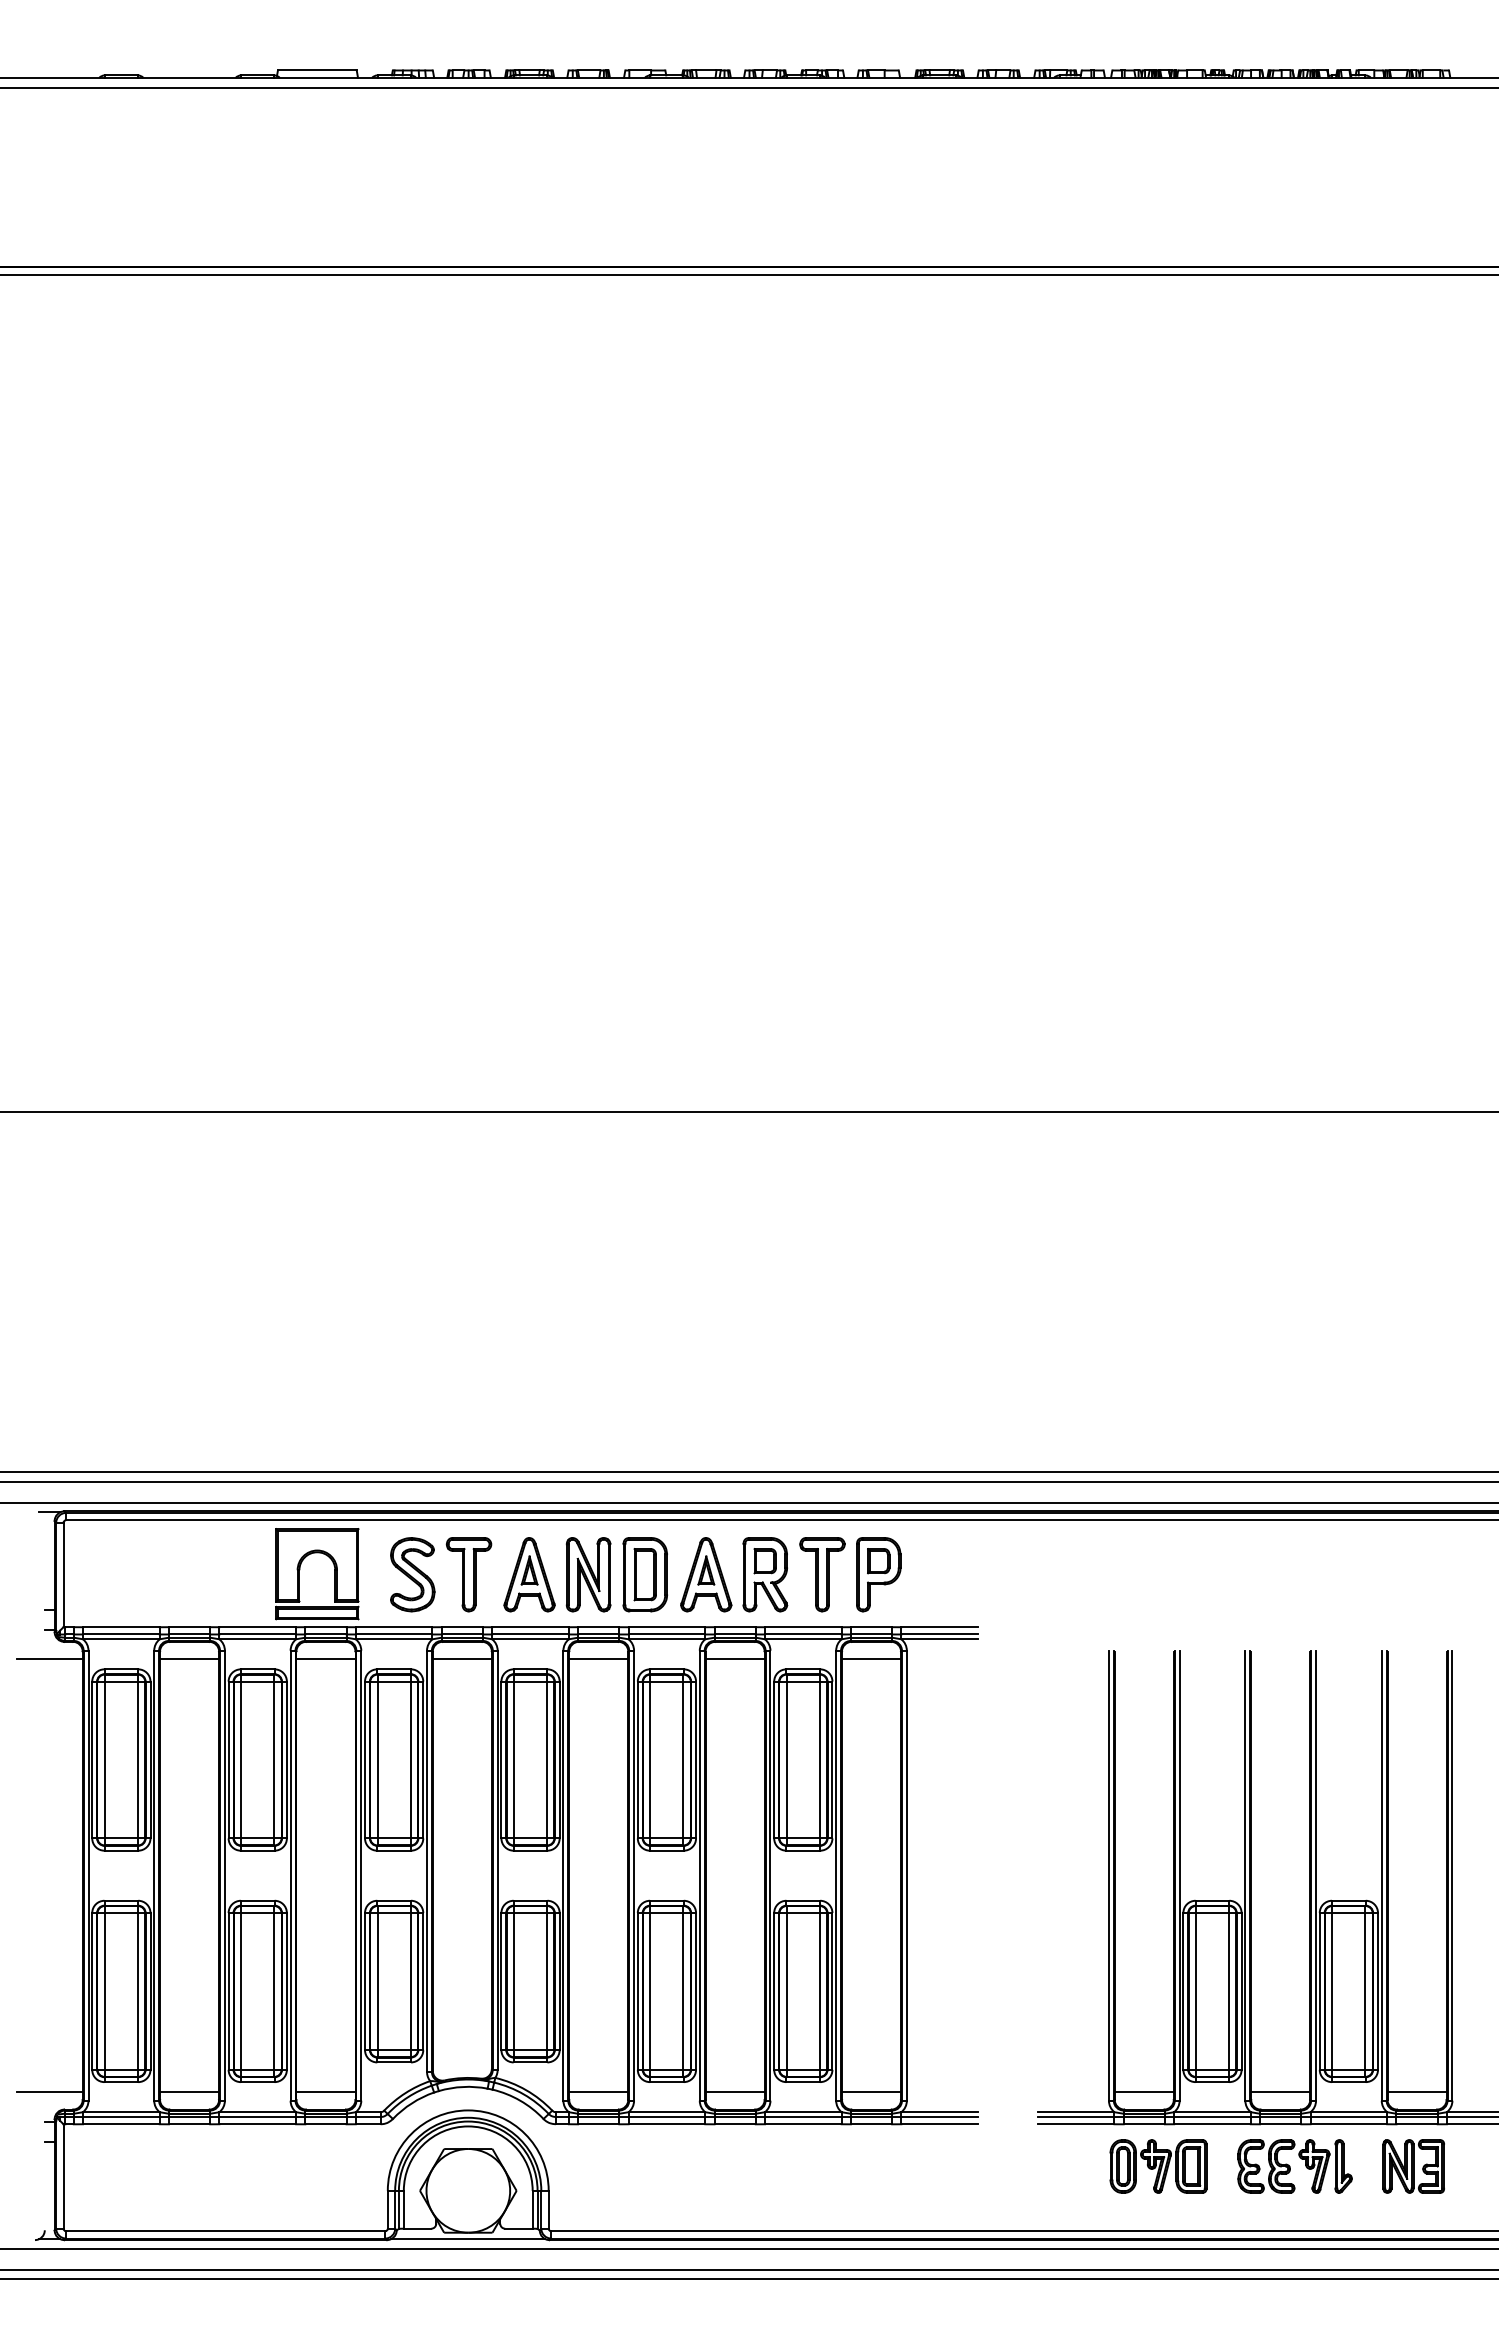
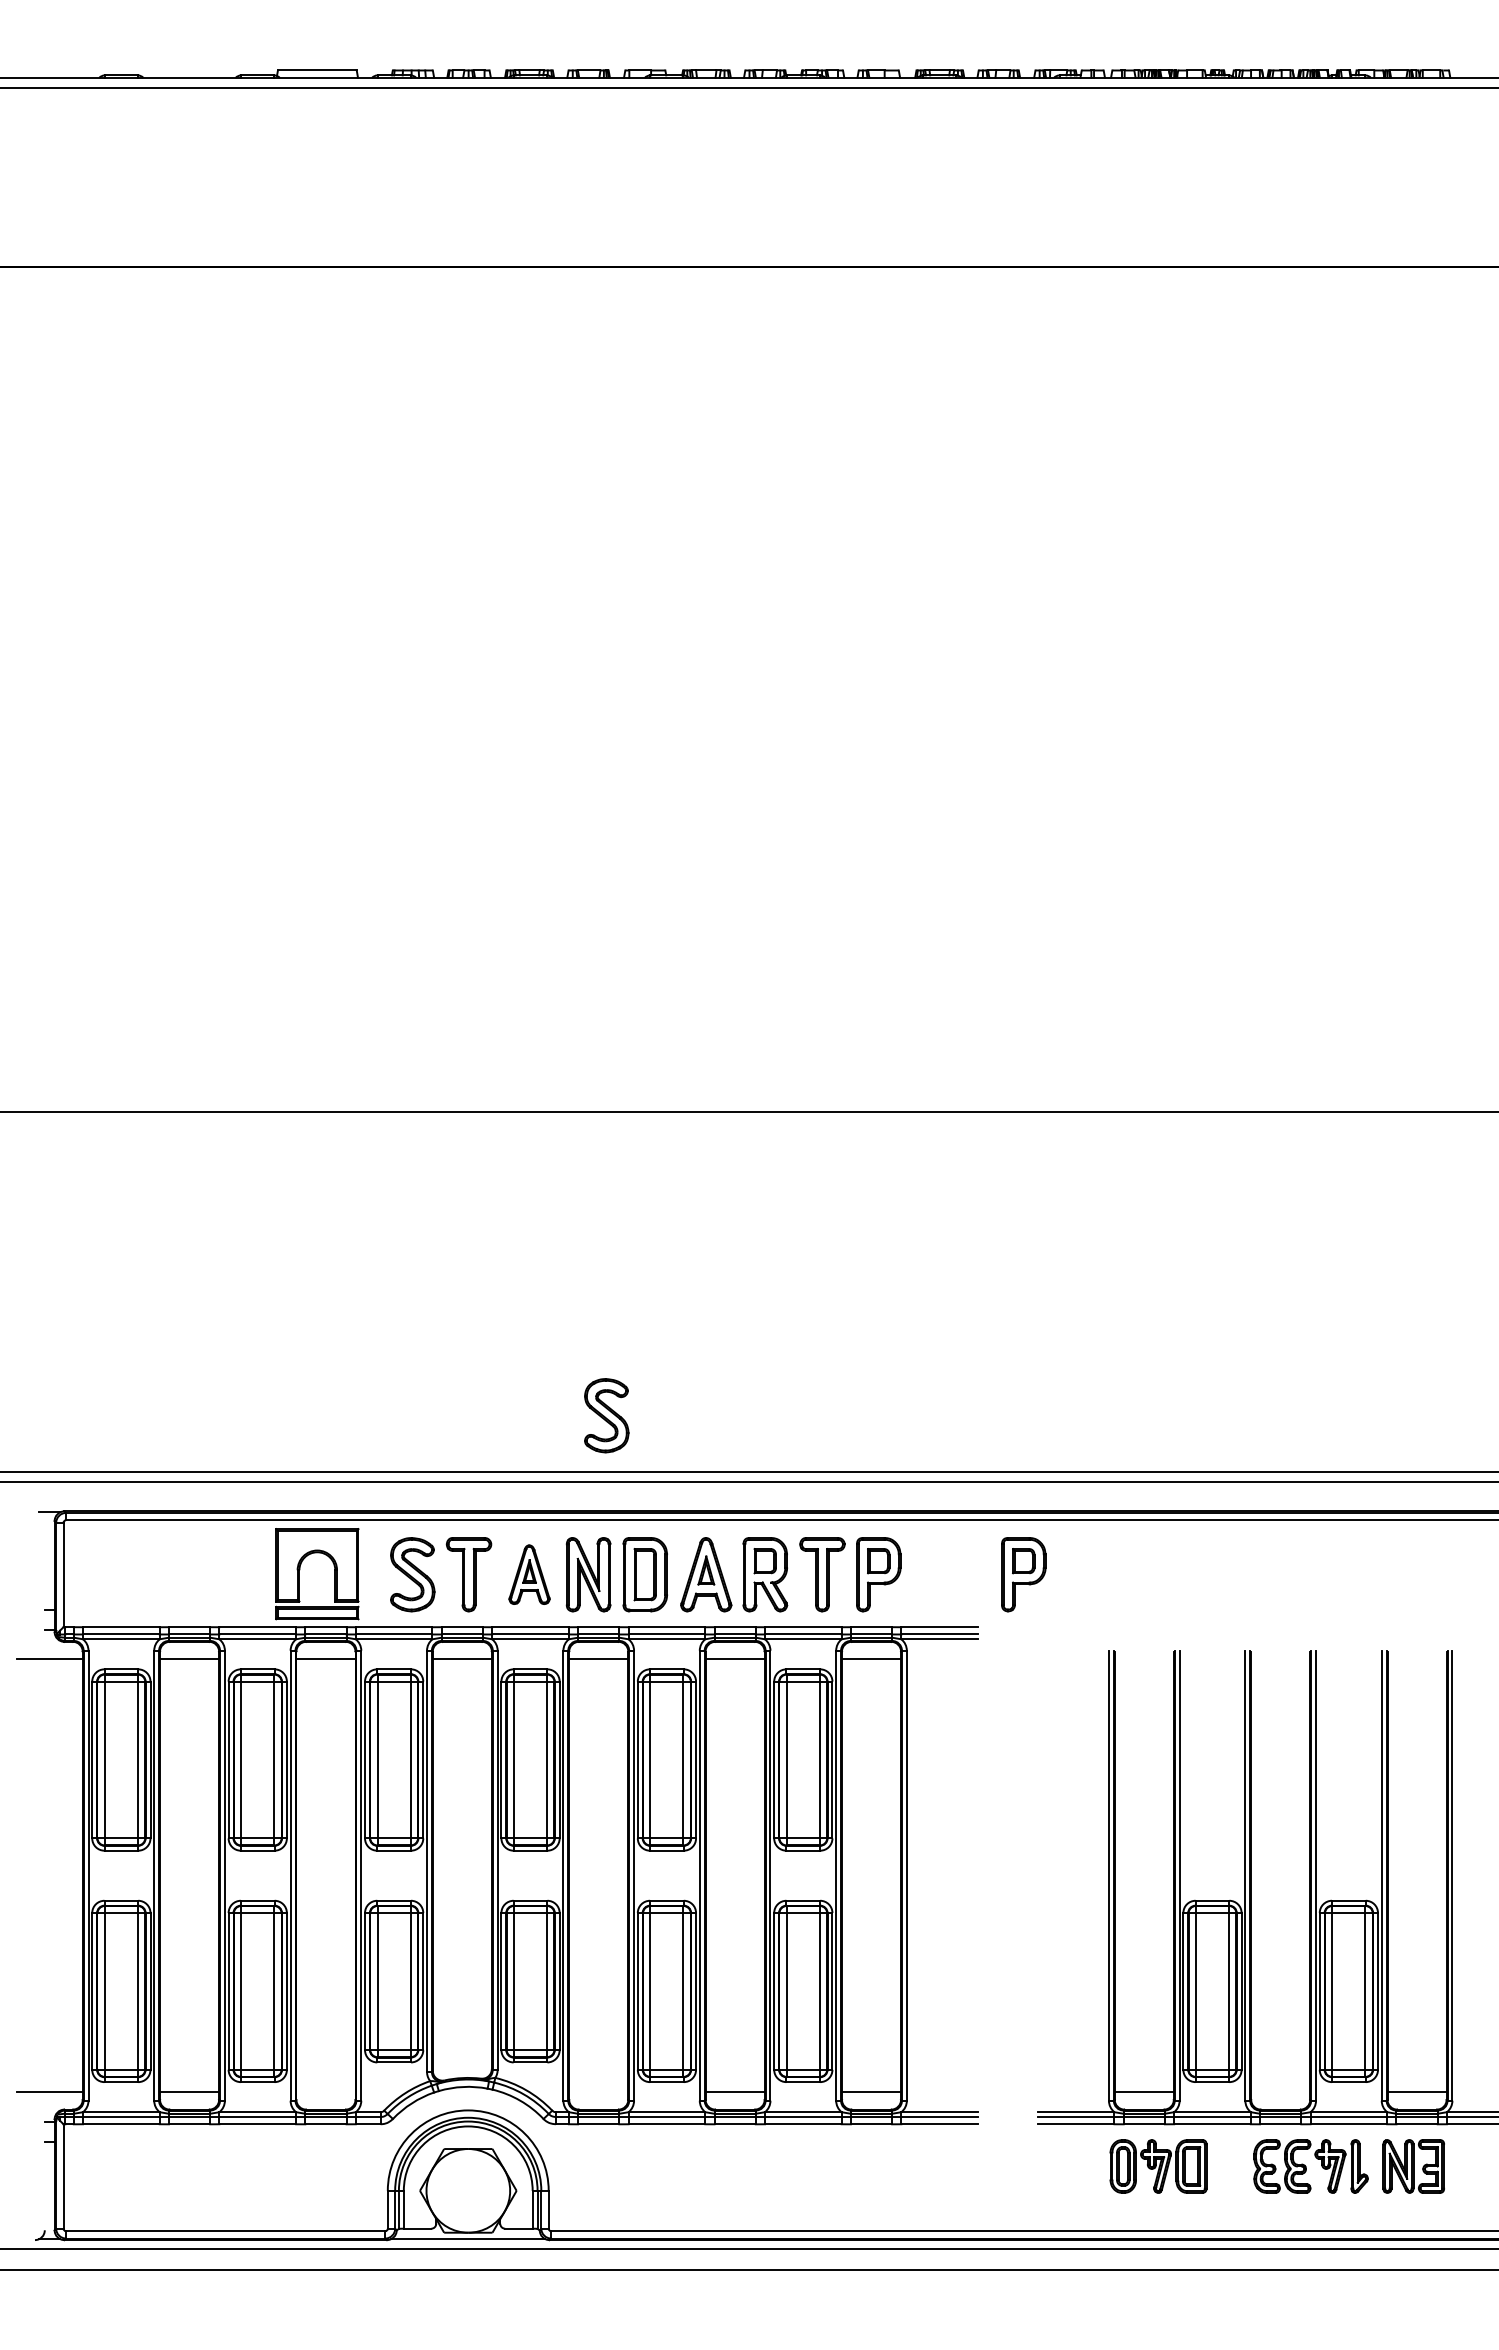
line at (748, 274): present -> none
part at (606, 1415): none -> present
line at (748, 1502): present -> none
part at (529, 1574) size: 53x76 px -> 43x61 px
part at (1023, 1574): none -> present
line at (325, 2091): present -> none
line at (598, 2091): present -> none
line at (1280, 2091): present -> none
part at (1294, 2166) position: (1294, 2166) -> (1310, 2166)
line at (748, 2279): present -> none
